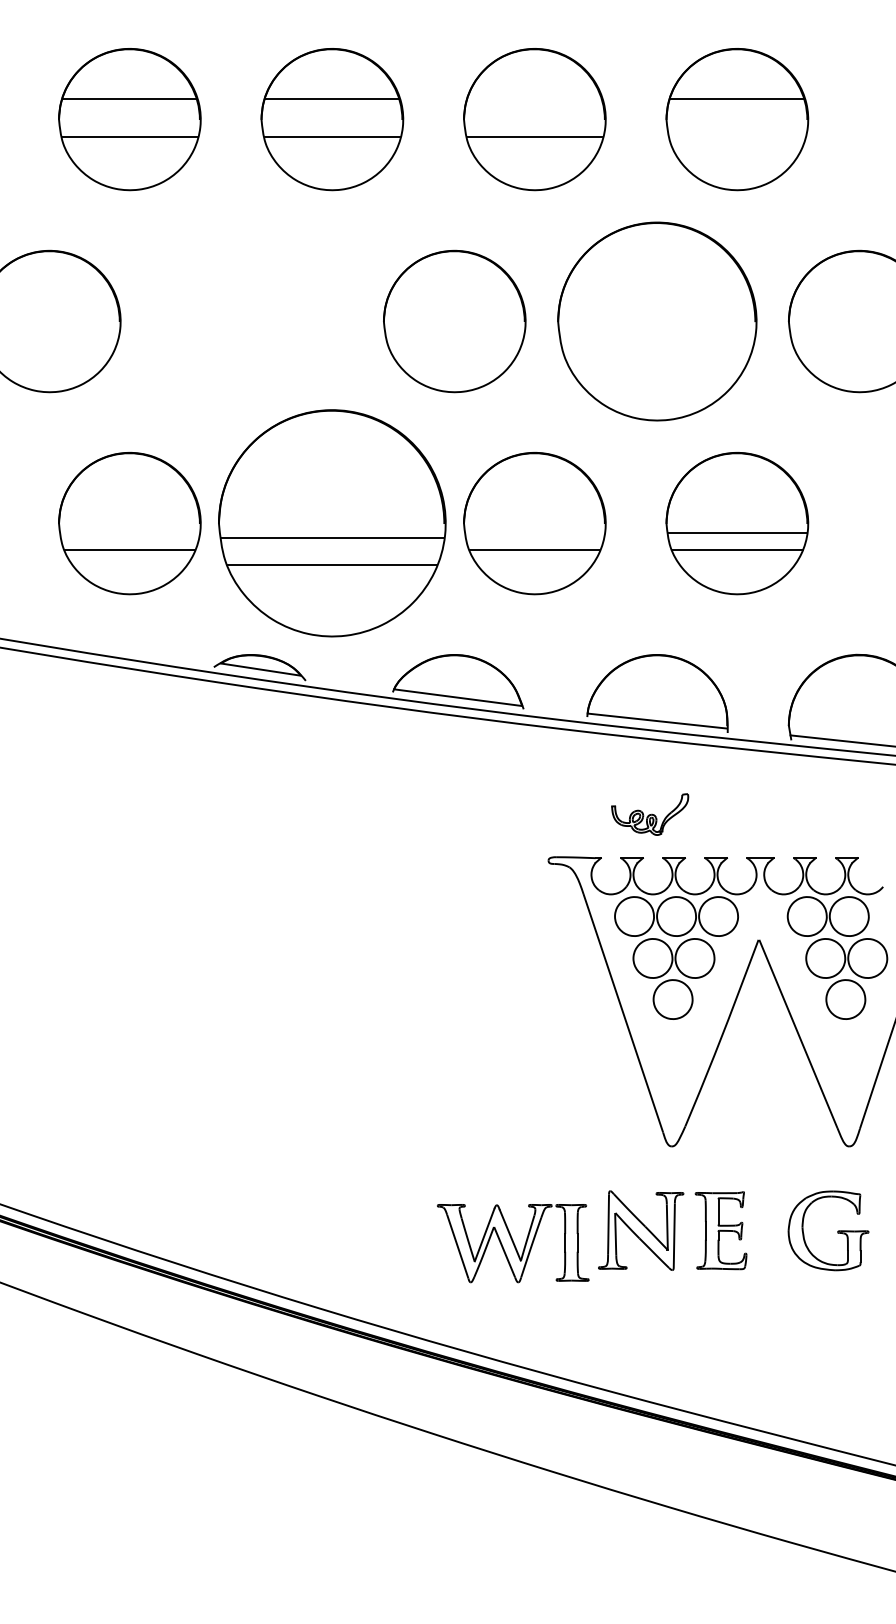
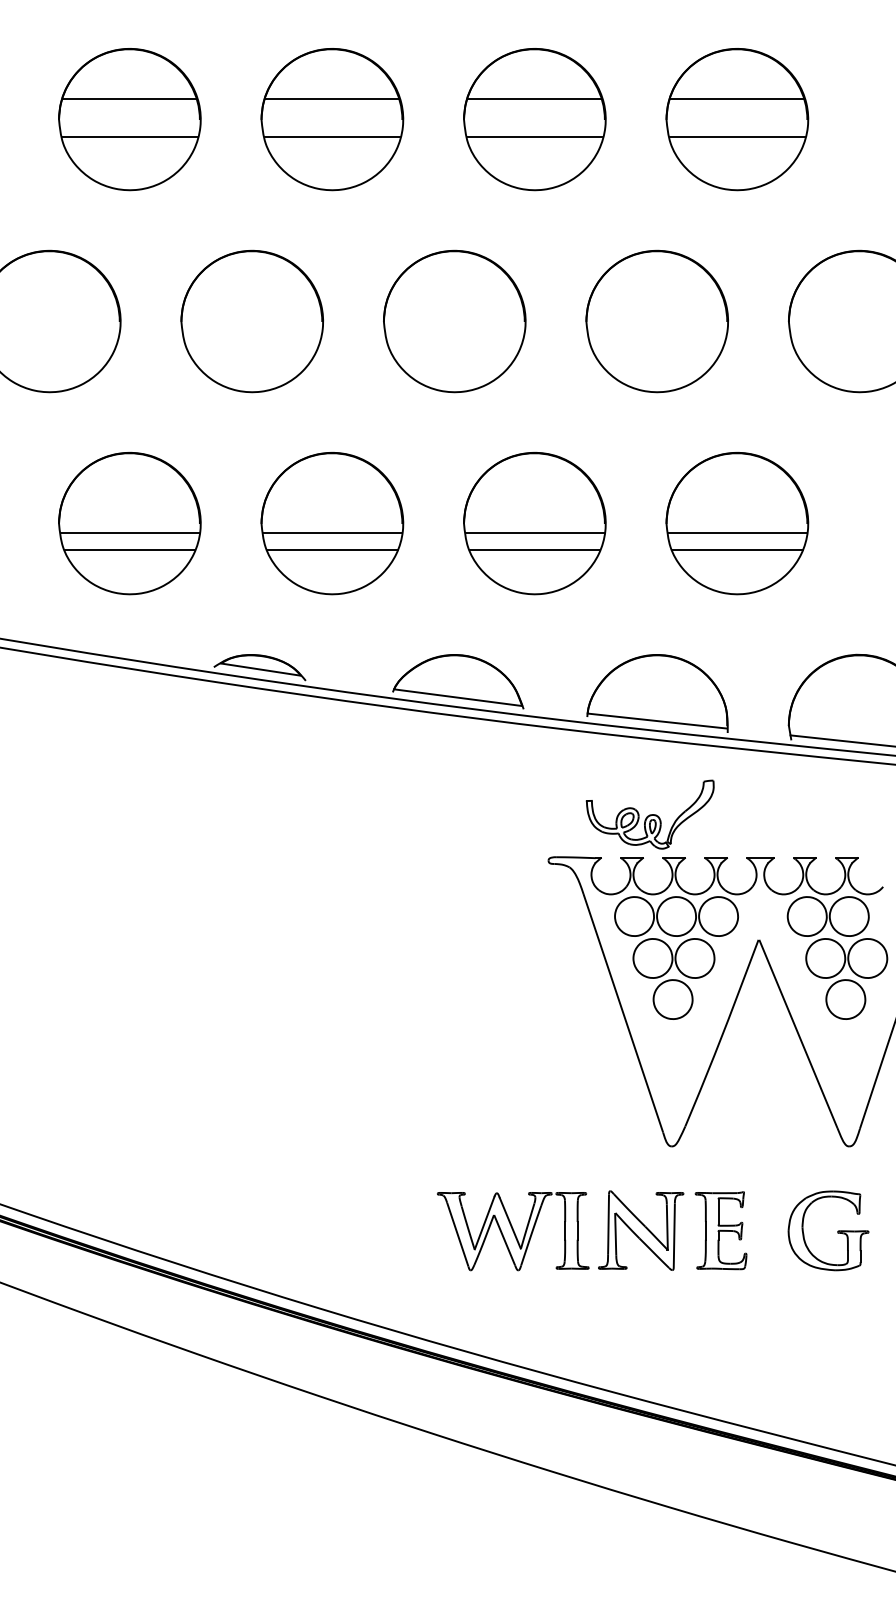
line at (534, 99): none -> present
line at (736, 137): none -> present
part at (251, 321): none -> present
part at (657, 321) size: 201x201 px -> 144x145 px
part at (332, 523) size: 229x229 px -> 145x144 px
line at (129, 532): none -> present
line at (534, 532): none -> present
part at (650, 814) size: 79x43 px -> 130x71 px
part at (513, 1243) position: (513, 1243) -> (513, 1231)
